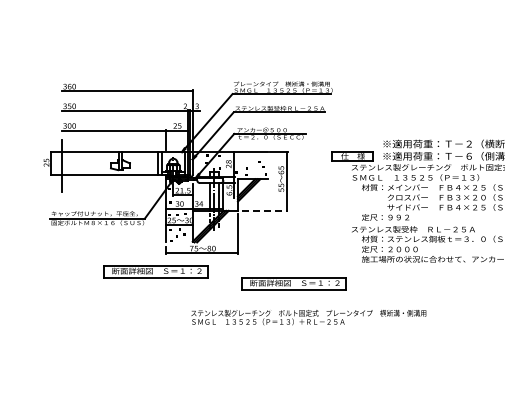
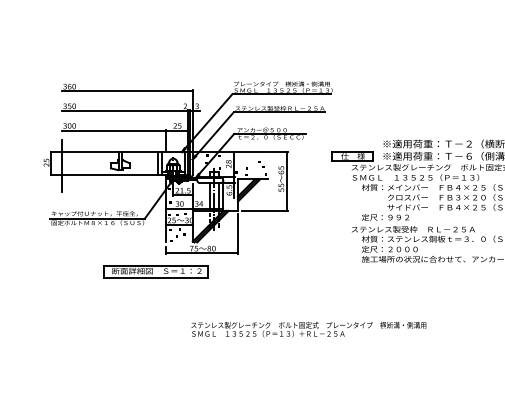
line at (264, 210): dashed -> solid
part at (293, 283): present -> none
text at (308, 317) position: (308, 317) -> (308, 329)
